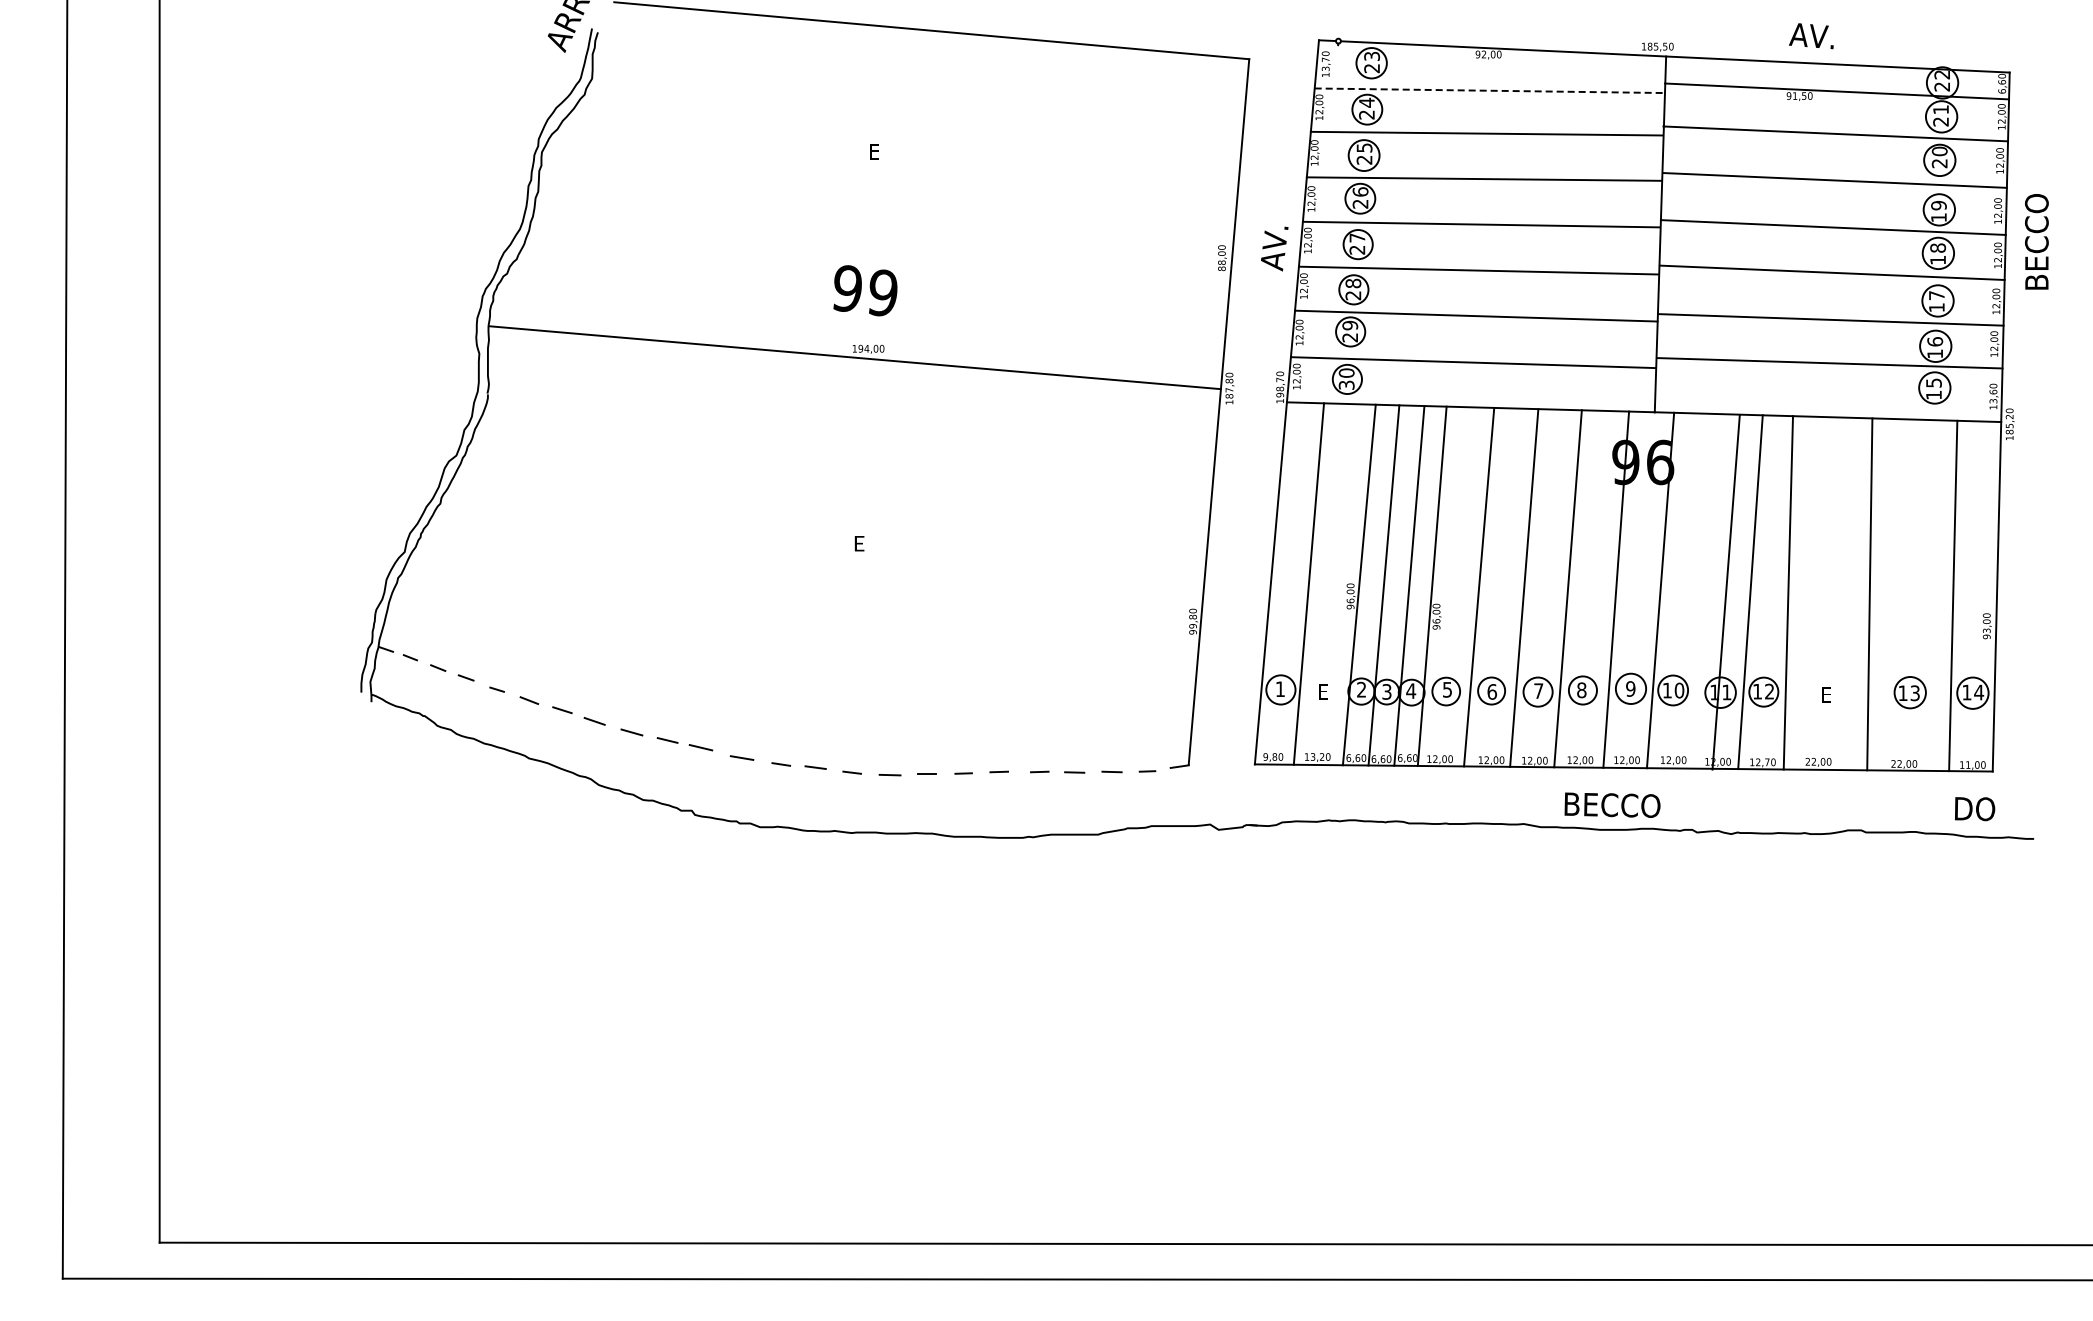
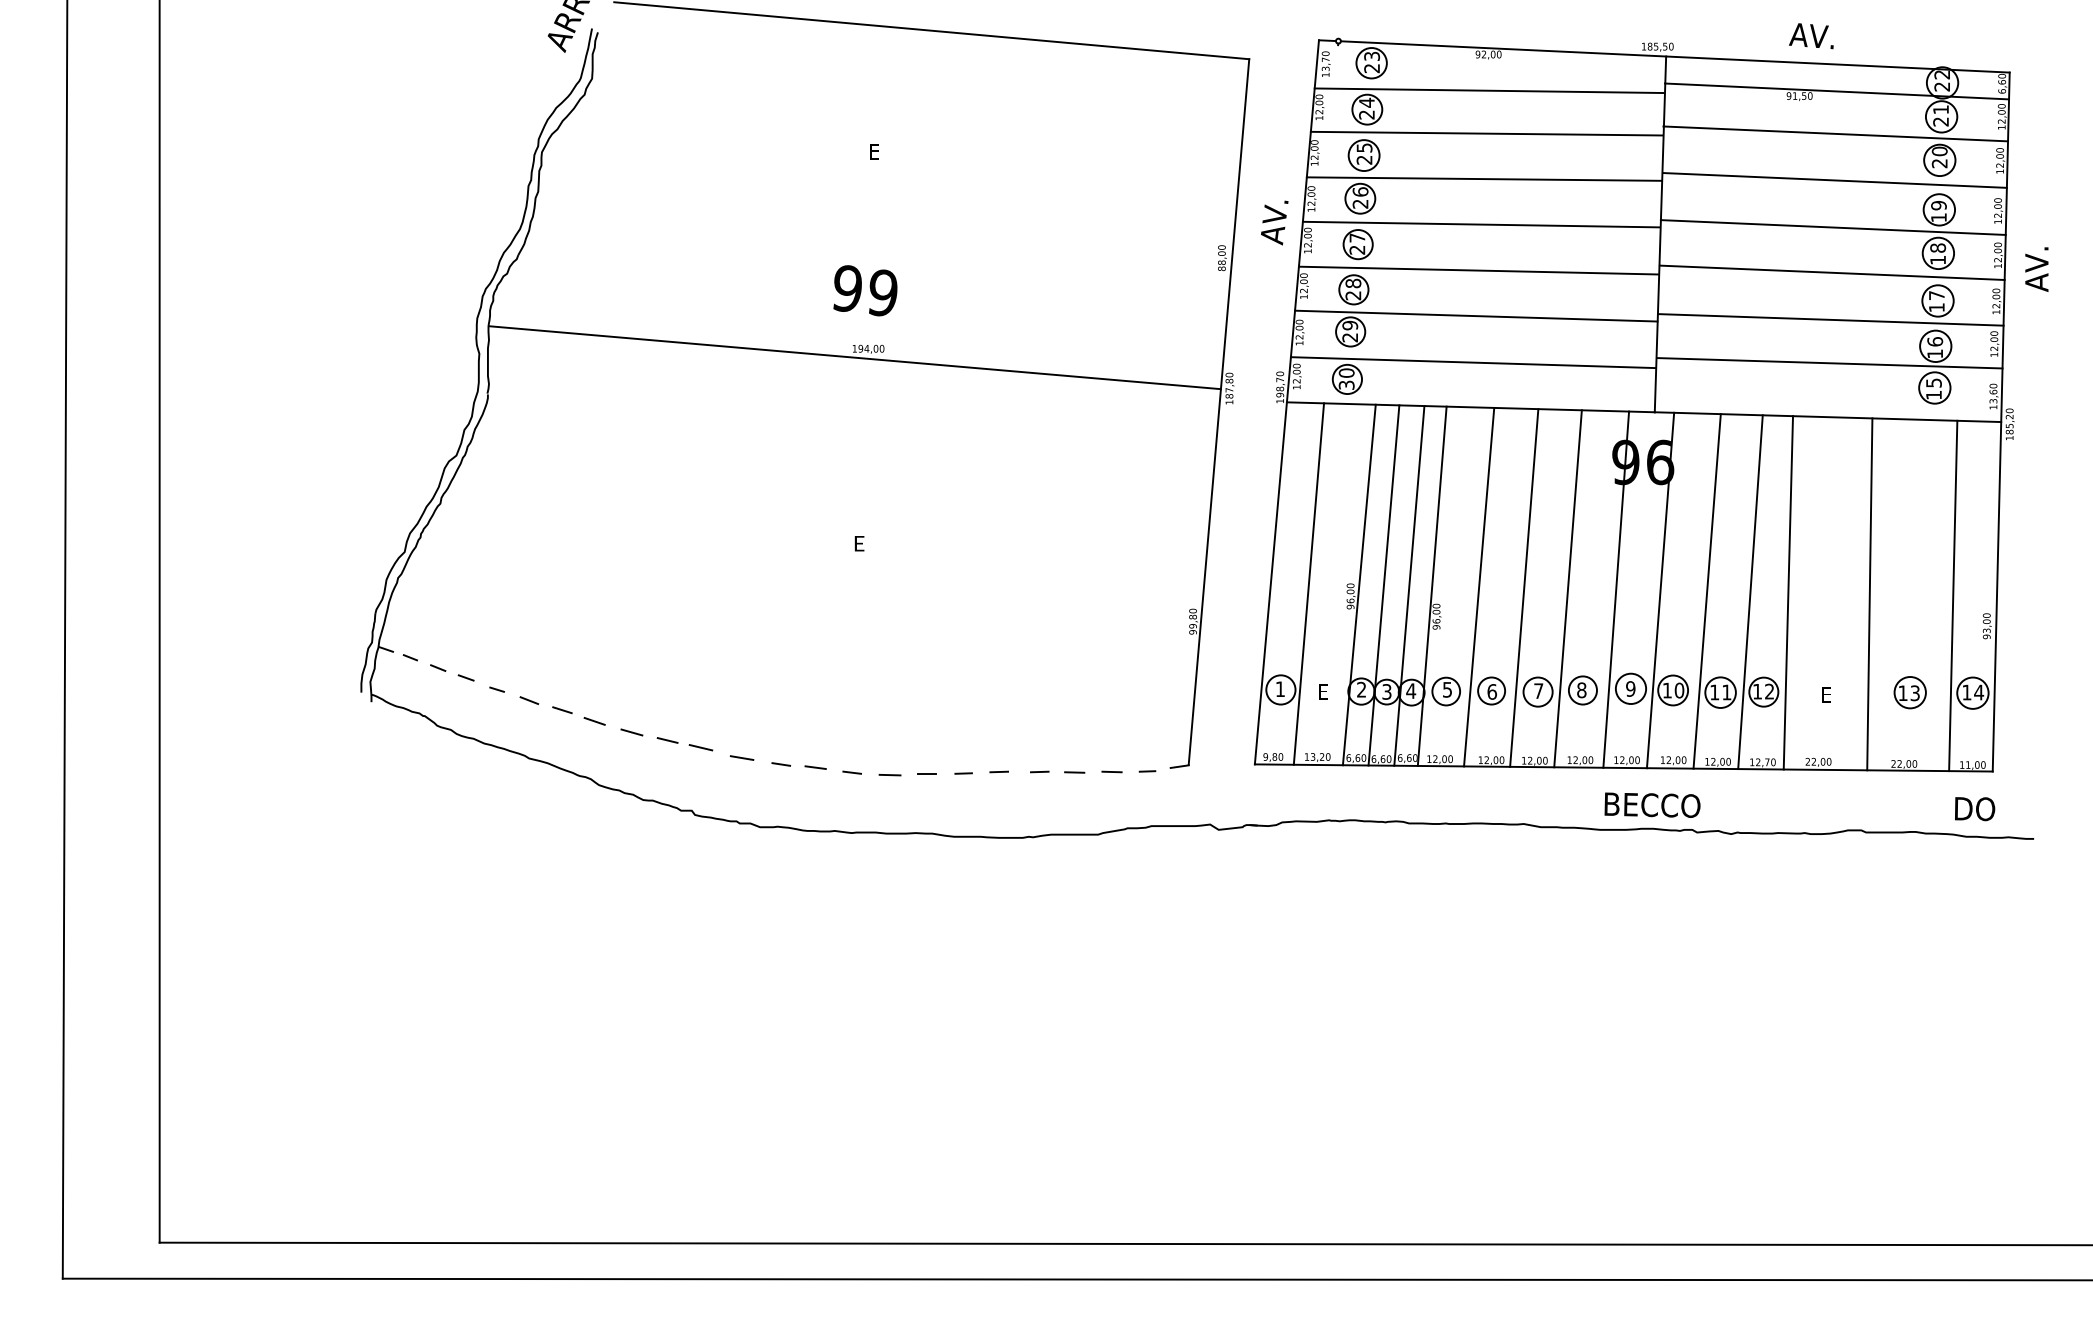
line at (1489, 90): dashed -> solid
text at (2036, 242): BECCO -> AV.
text at (1274, 248) position: (1274, 248) -> (1274, 222)
line at (1725, 592) position: (1725, 592) -> (1706, 591)
text at (1612, 804) position: (1612, 804) -> (1652, 804)
